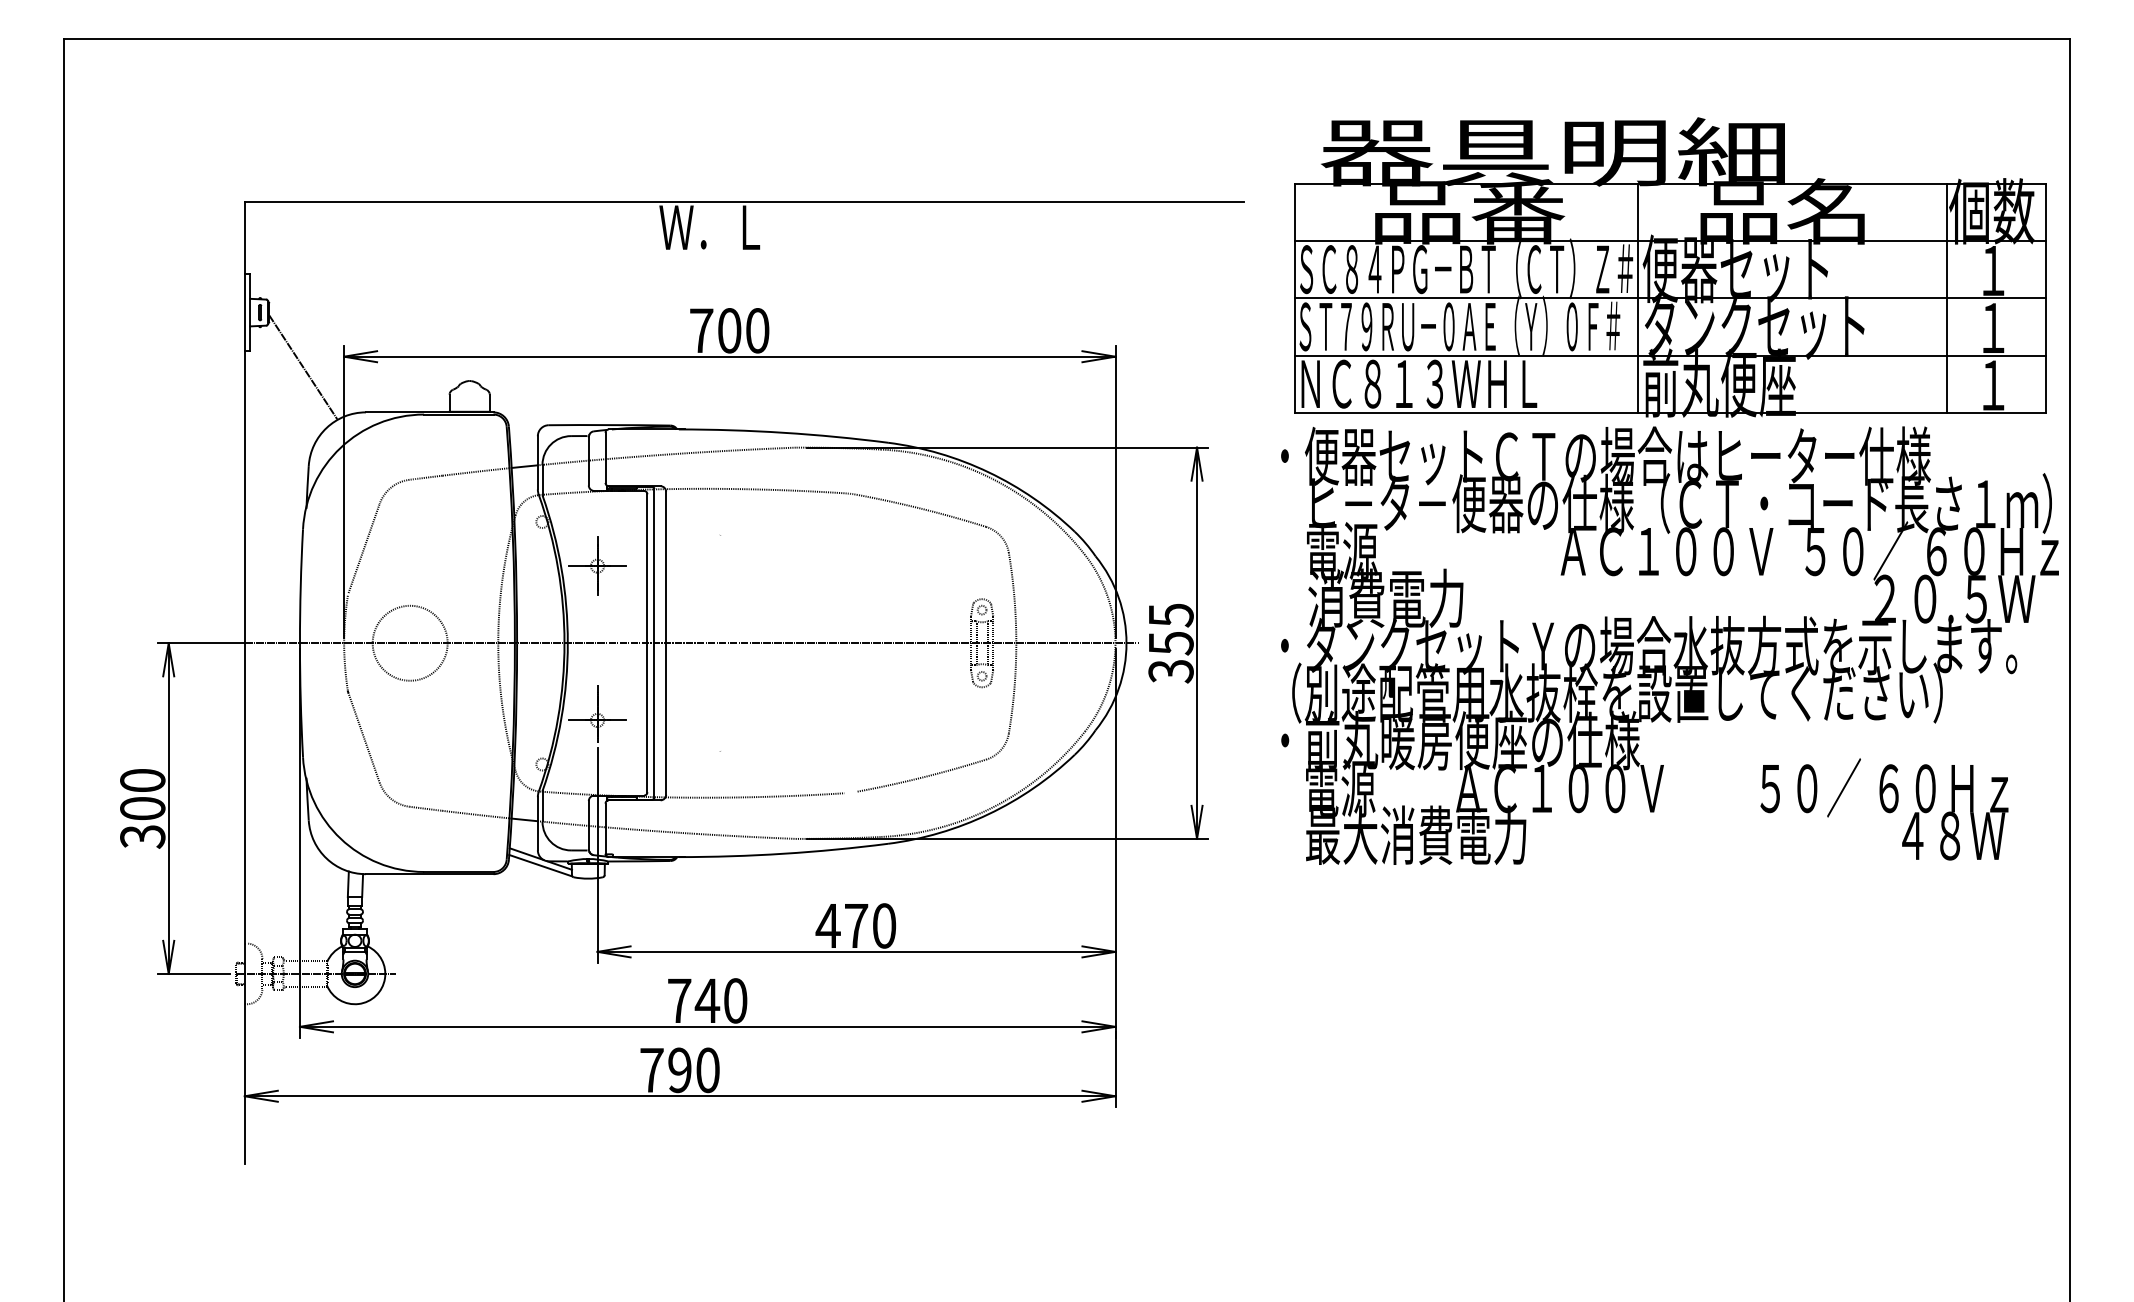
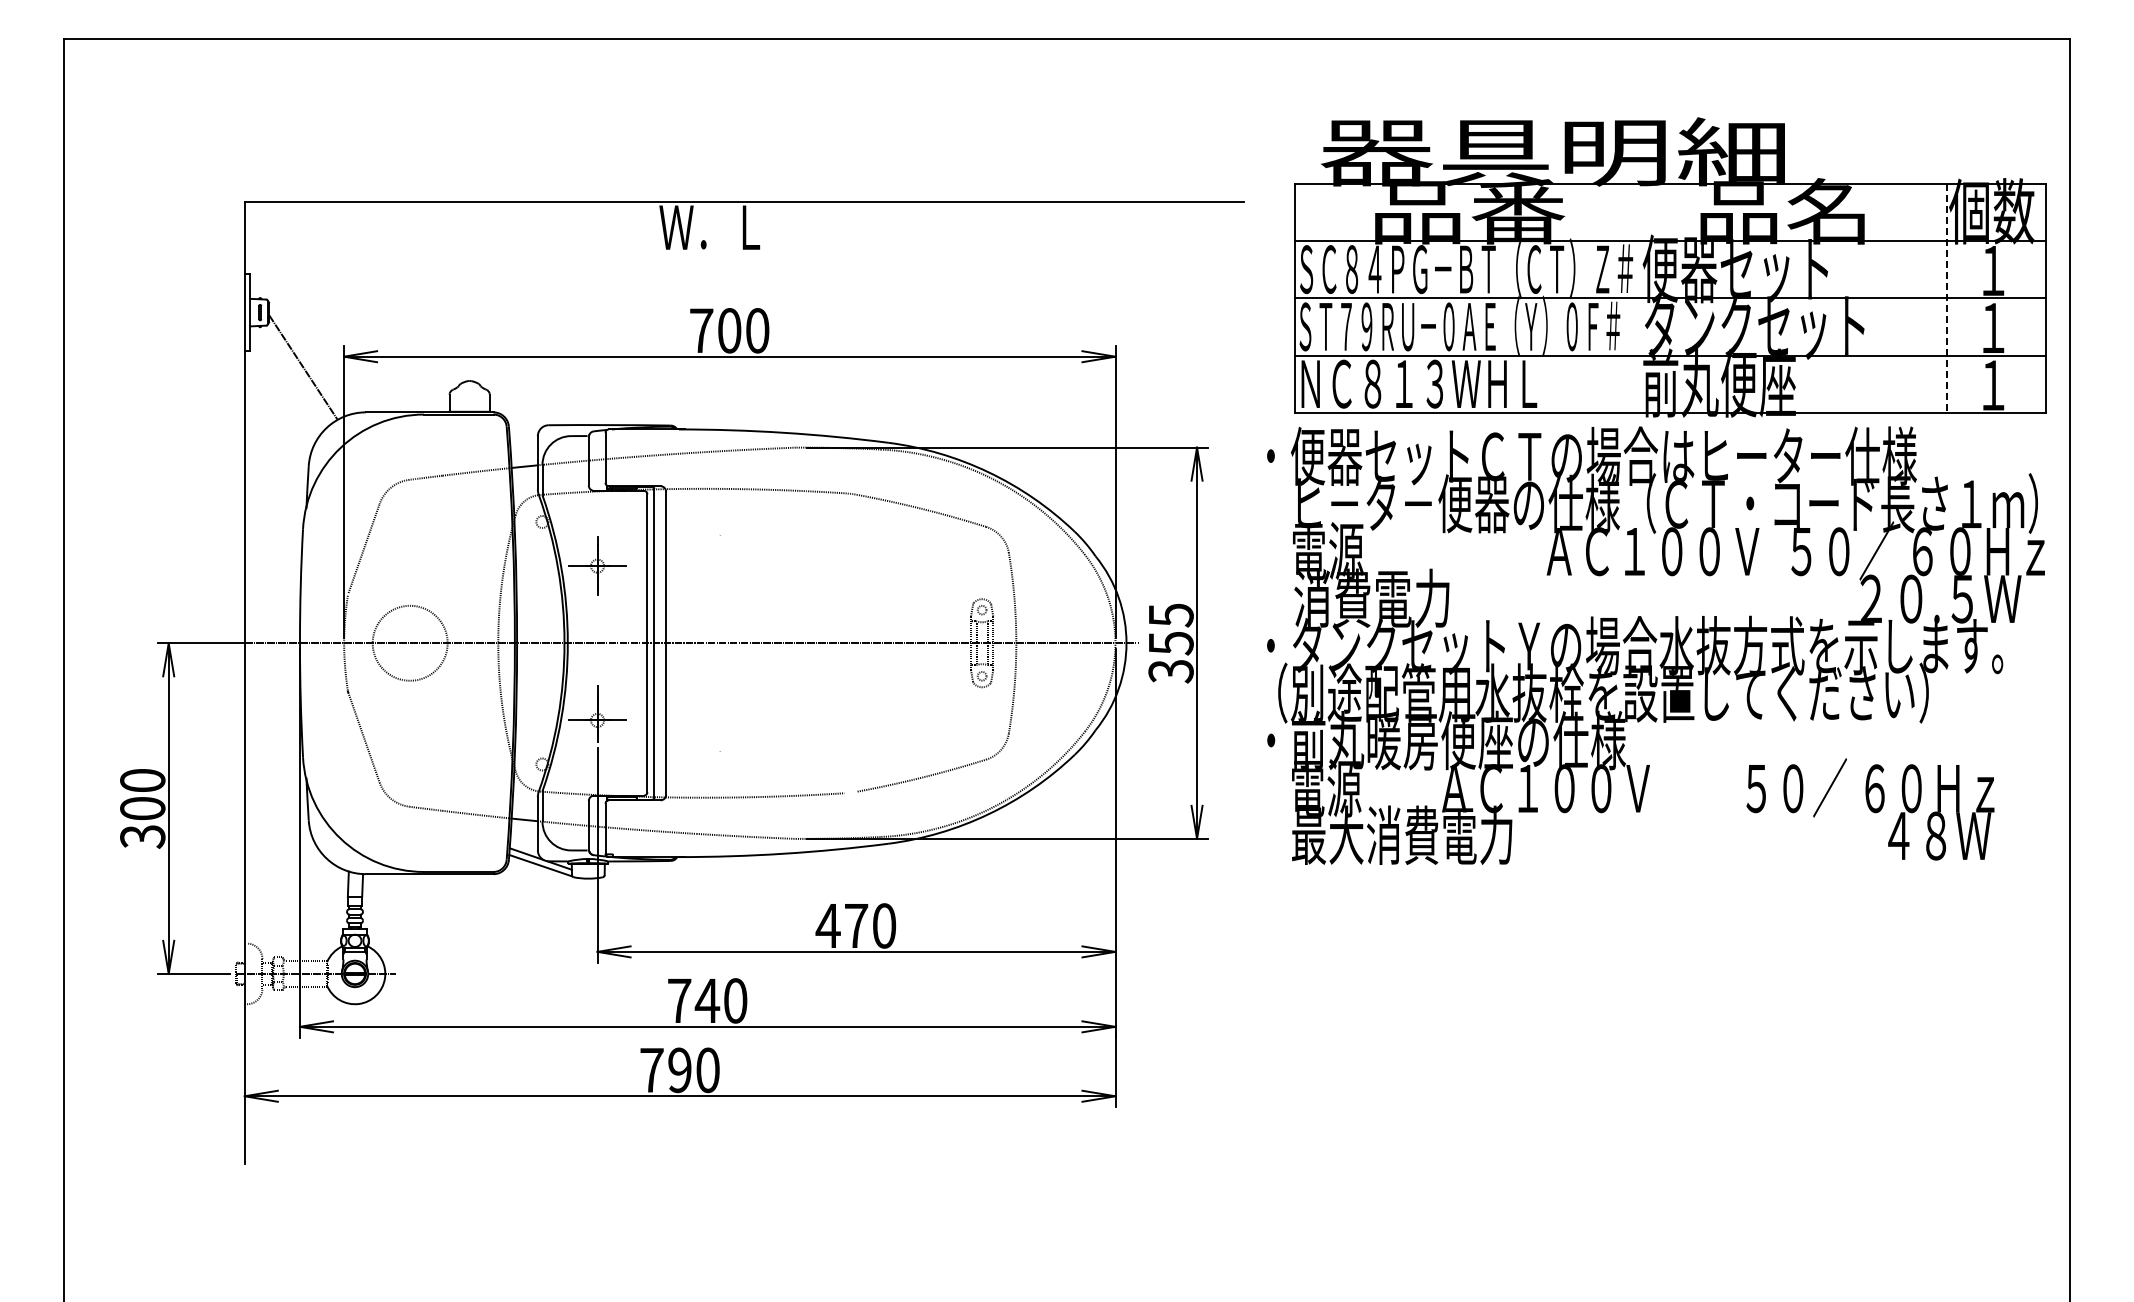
line at (1637, 297): present -> none
line at (1946, 298): solid -> dashed
text at (1669, 645) position: (1669, 645) -> (1655, 645)
